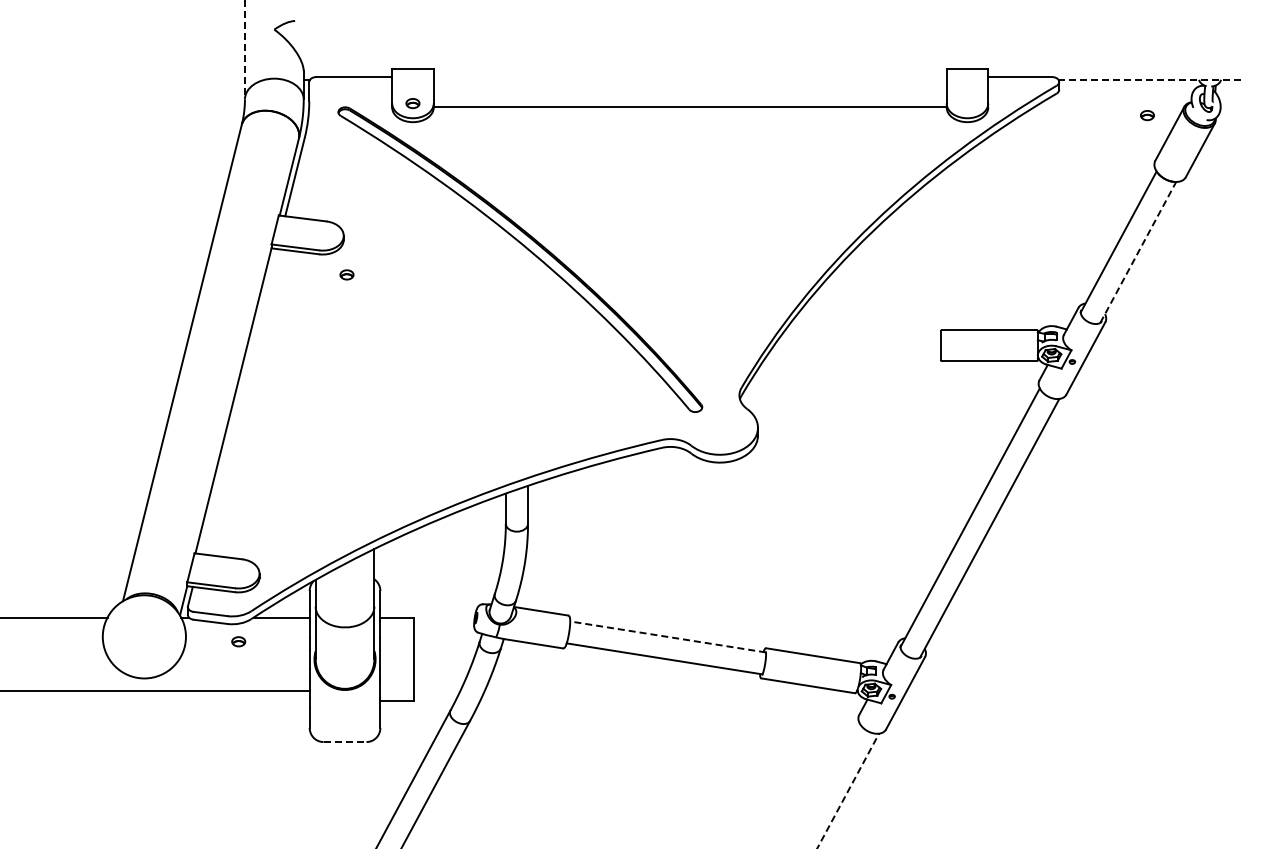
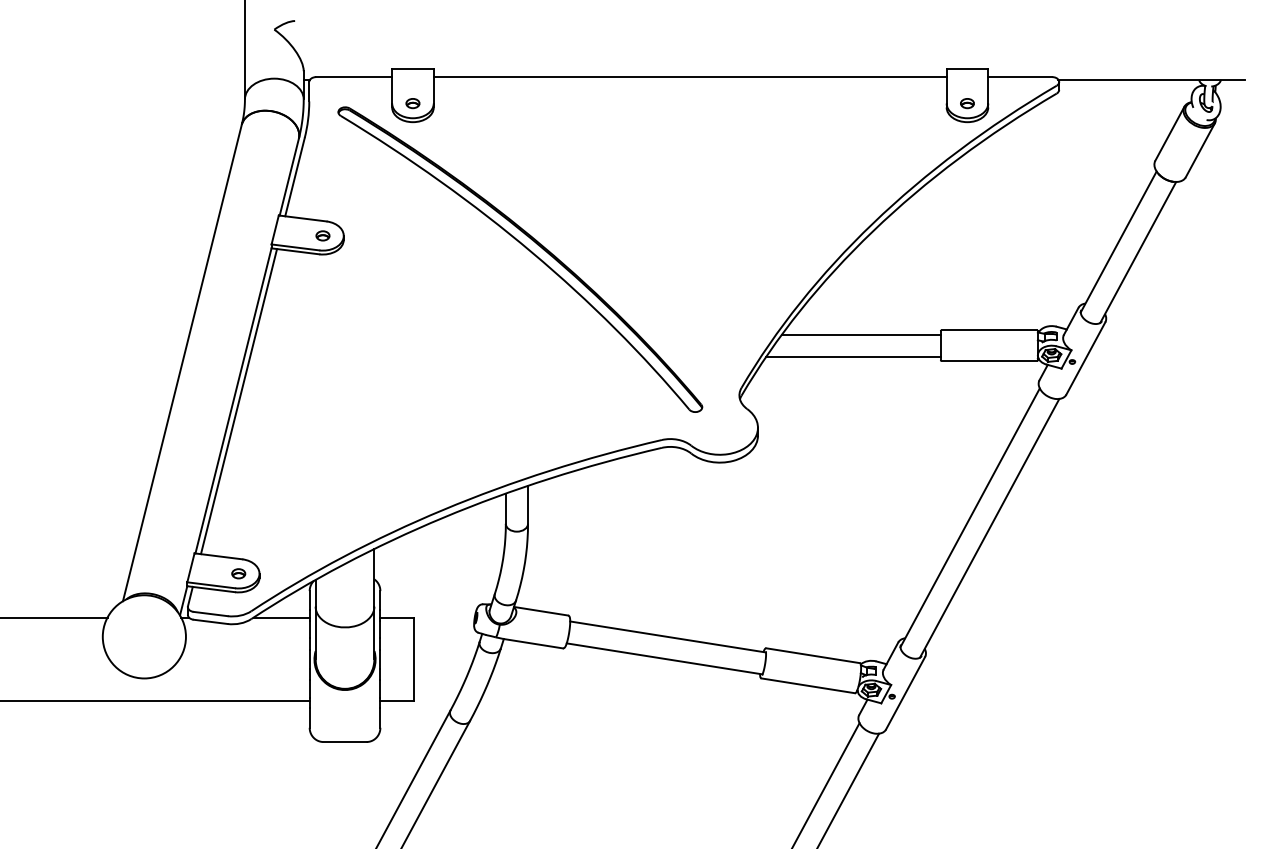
line at (244, 50): dashed -> solid
line at (1152, 79): dashed -> solid
line at (689, 107) position: (689, 107) -> (689, 77)
part at (1147, 115) position: (1147, 115) -> (967, 103)
line at (1138, 252): dashed -> solid
part at (346, 274) position: (346, 274) -> (322, 235)
line at (860, 334): none -> present
line at (853, 356): none -> present
line at (238, 401): none -> present
line at (667, 636): dashed -> solid
part at (238, 641) position: (238, 641) -> (238, 573)
line at (155, 691) position: (155, 691) -> (155, 701)
line at (345, 742): dashed -> solid
line at (826, 784): none -> present
line at (848, 790): dashed -> solid
